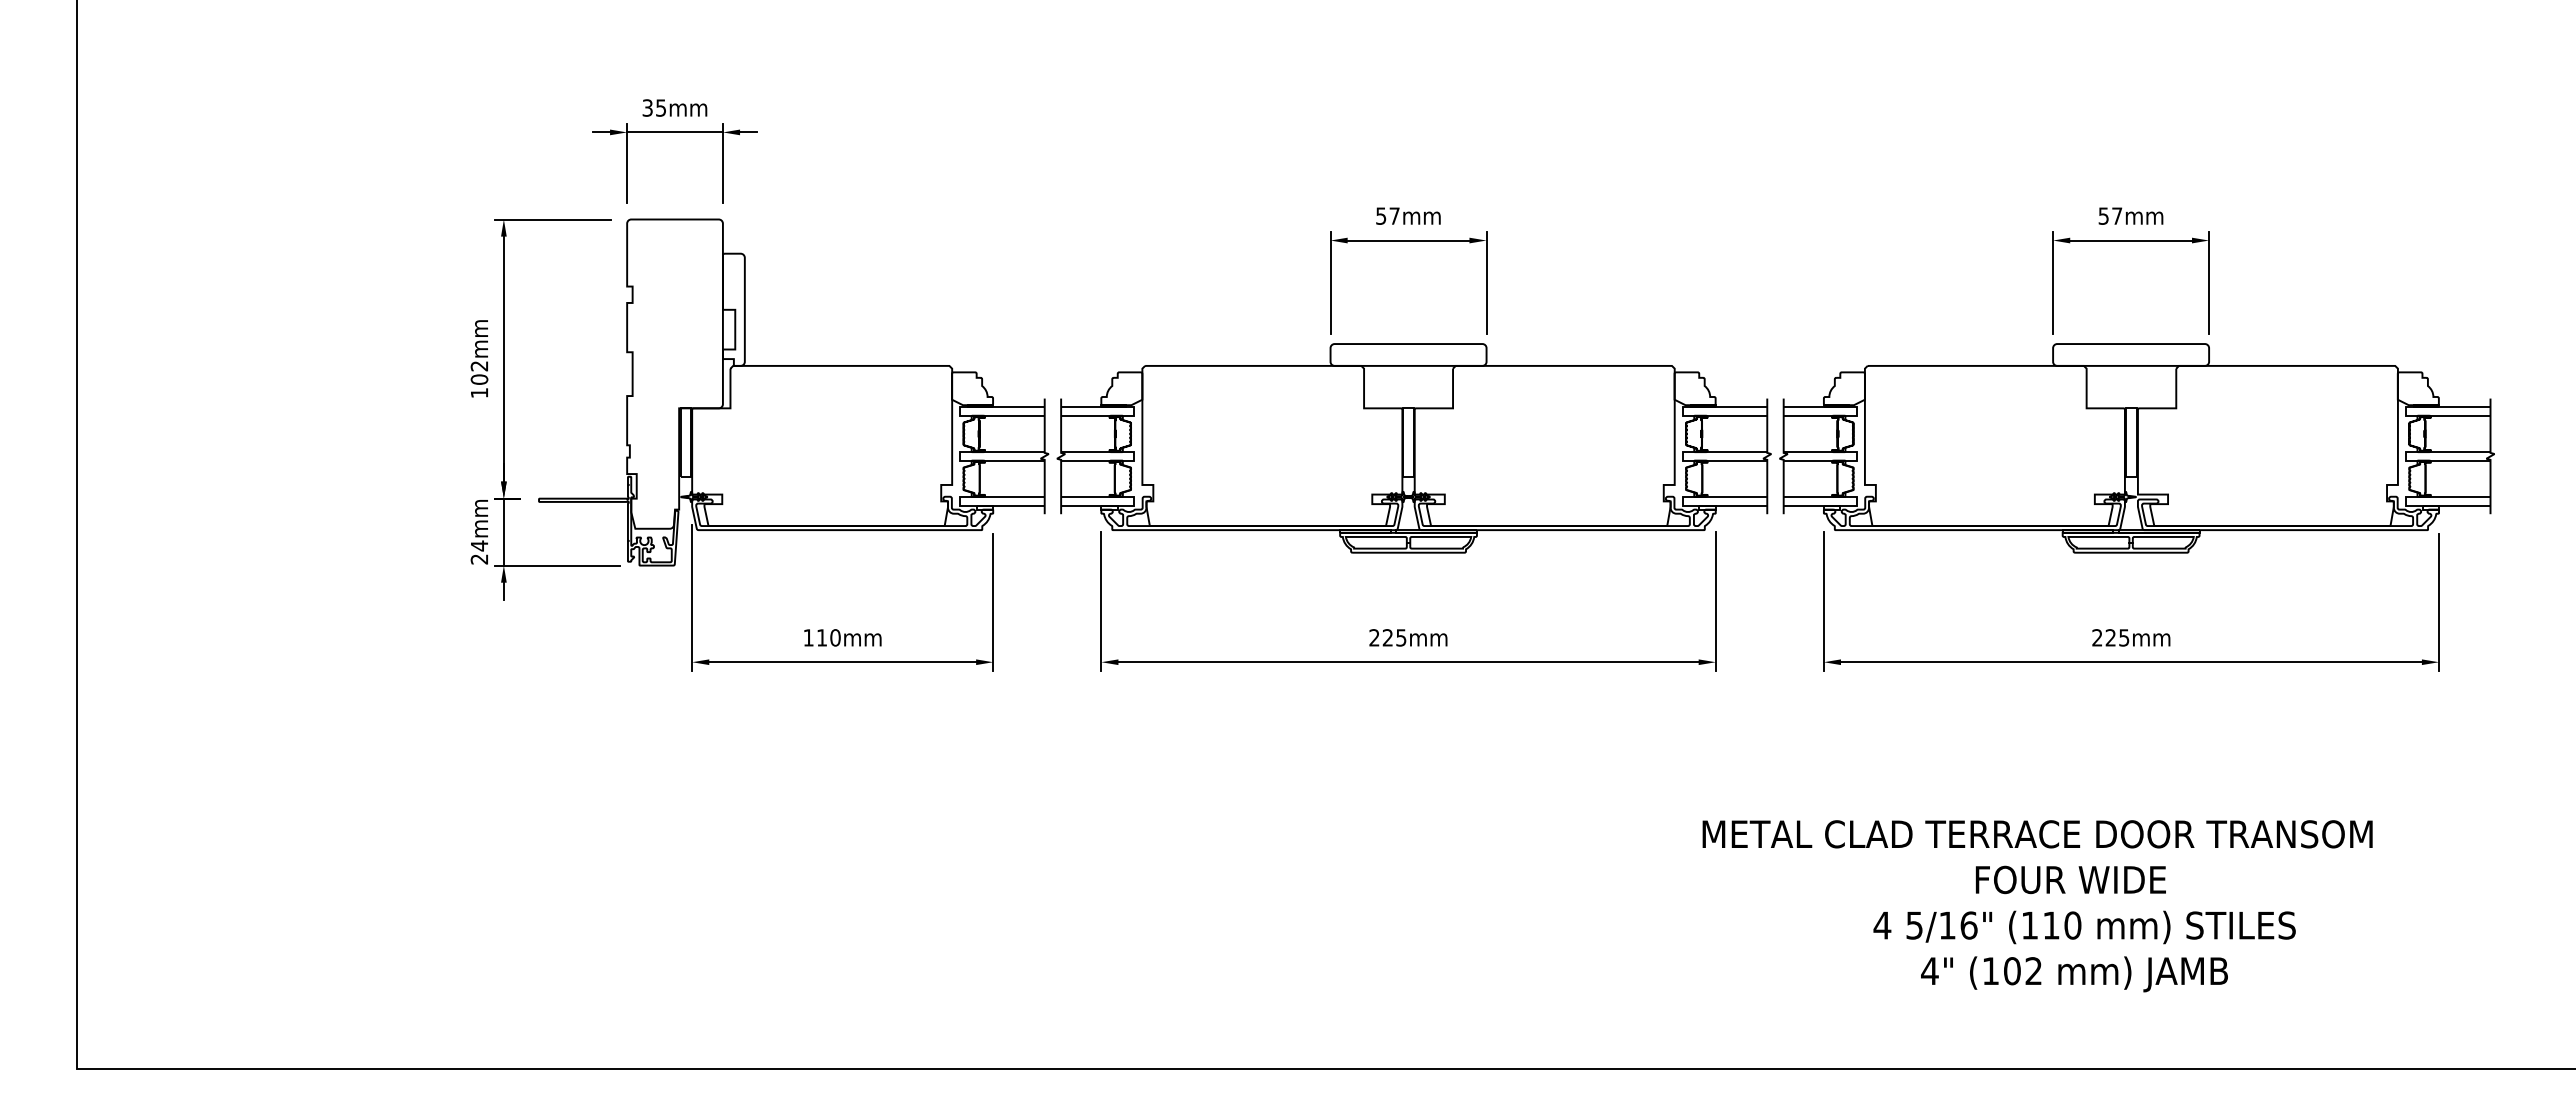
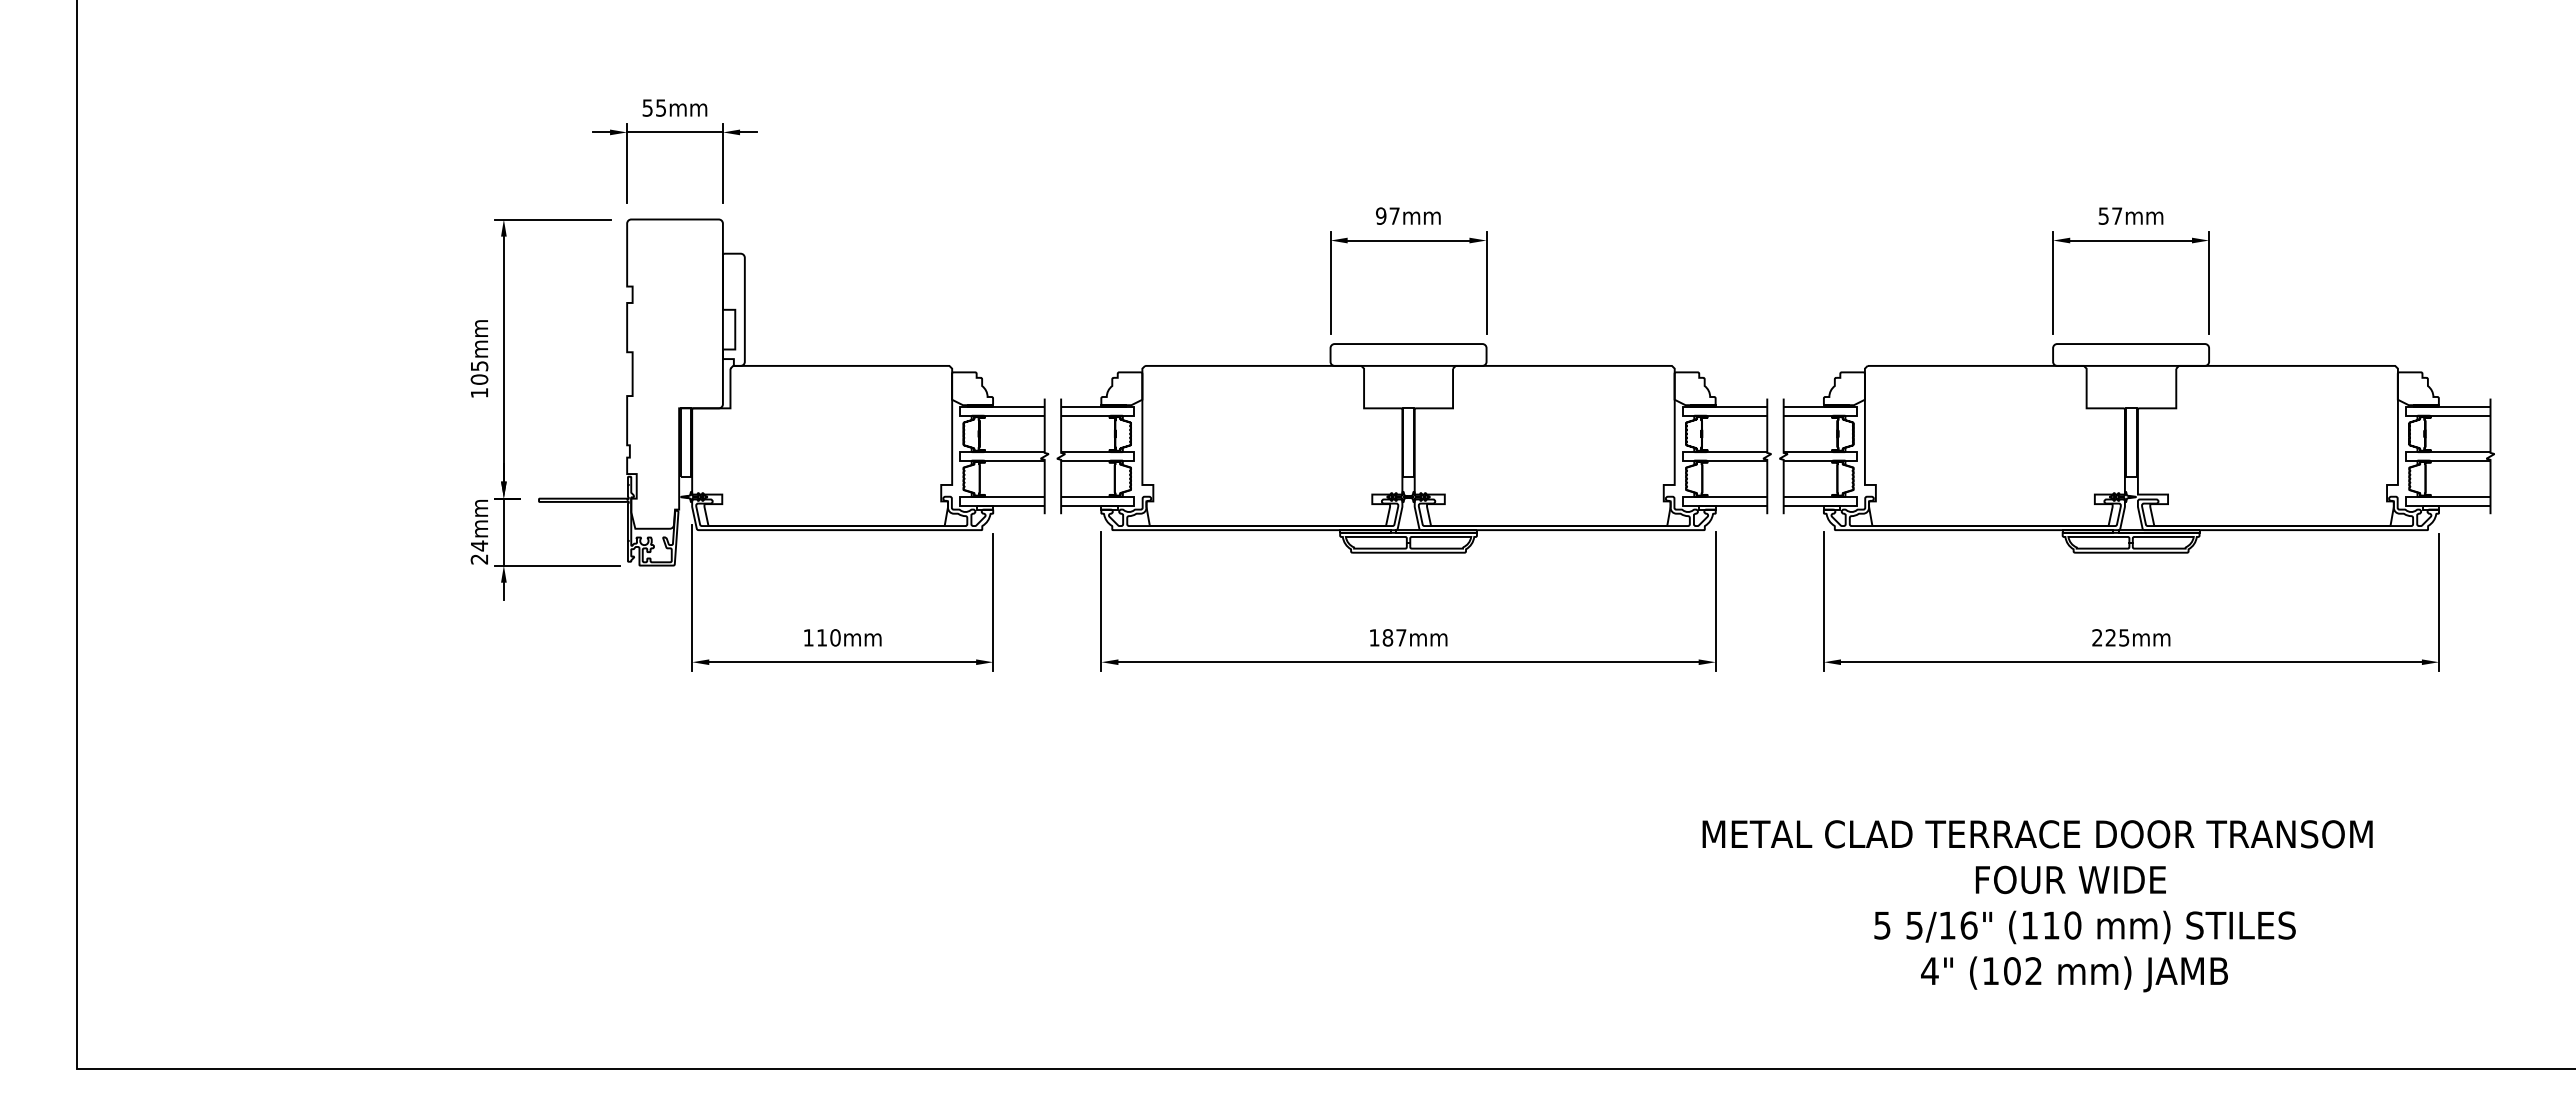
text at (647, 107): 35mm -> 55mm
text at (1381, 215): 57mm -> 97mm
text at (479, 366): 102mm -> 105mm
text at (1387, 637): 225mm -> 187mm
text at (1882, 925): 4 -> 5
